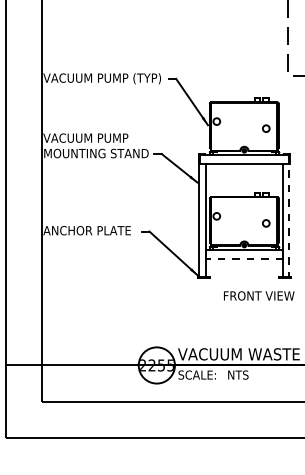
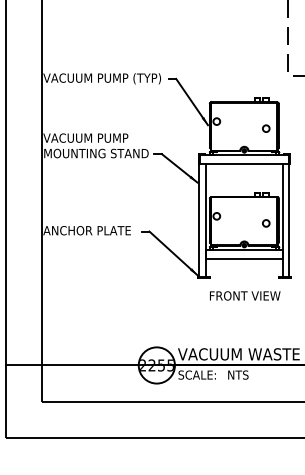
line at (289, 216): dashed -> solid
line at (244, 259): dashed -> solid
text at (259, 295) position: (259, 295) -> (245, 295)
